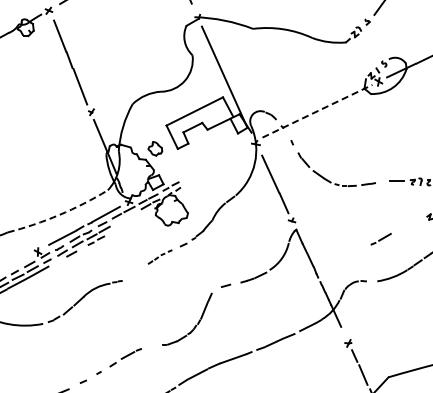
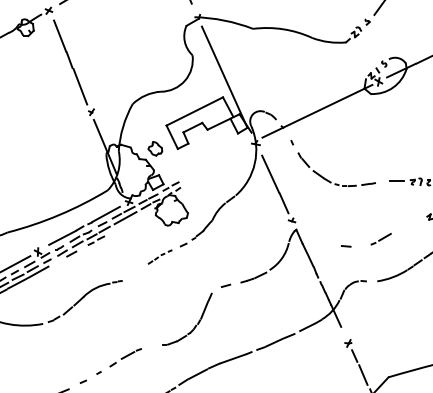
line at (317, 111): dashed -> solid
arc at (59, 215): dashed -> solid
line at (125, 218): none -> present
line at (346, 246): none -> present
line at (16, 263): none -> present
